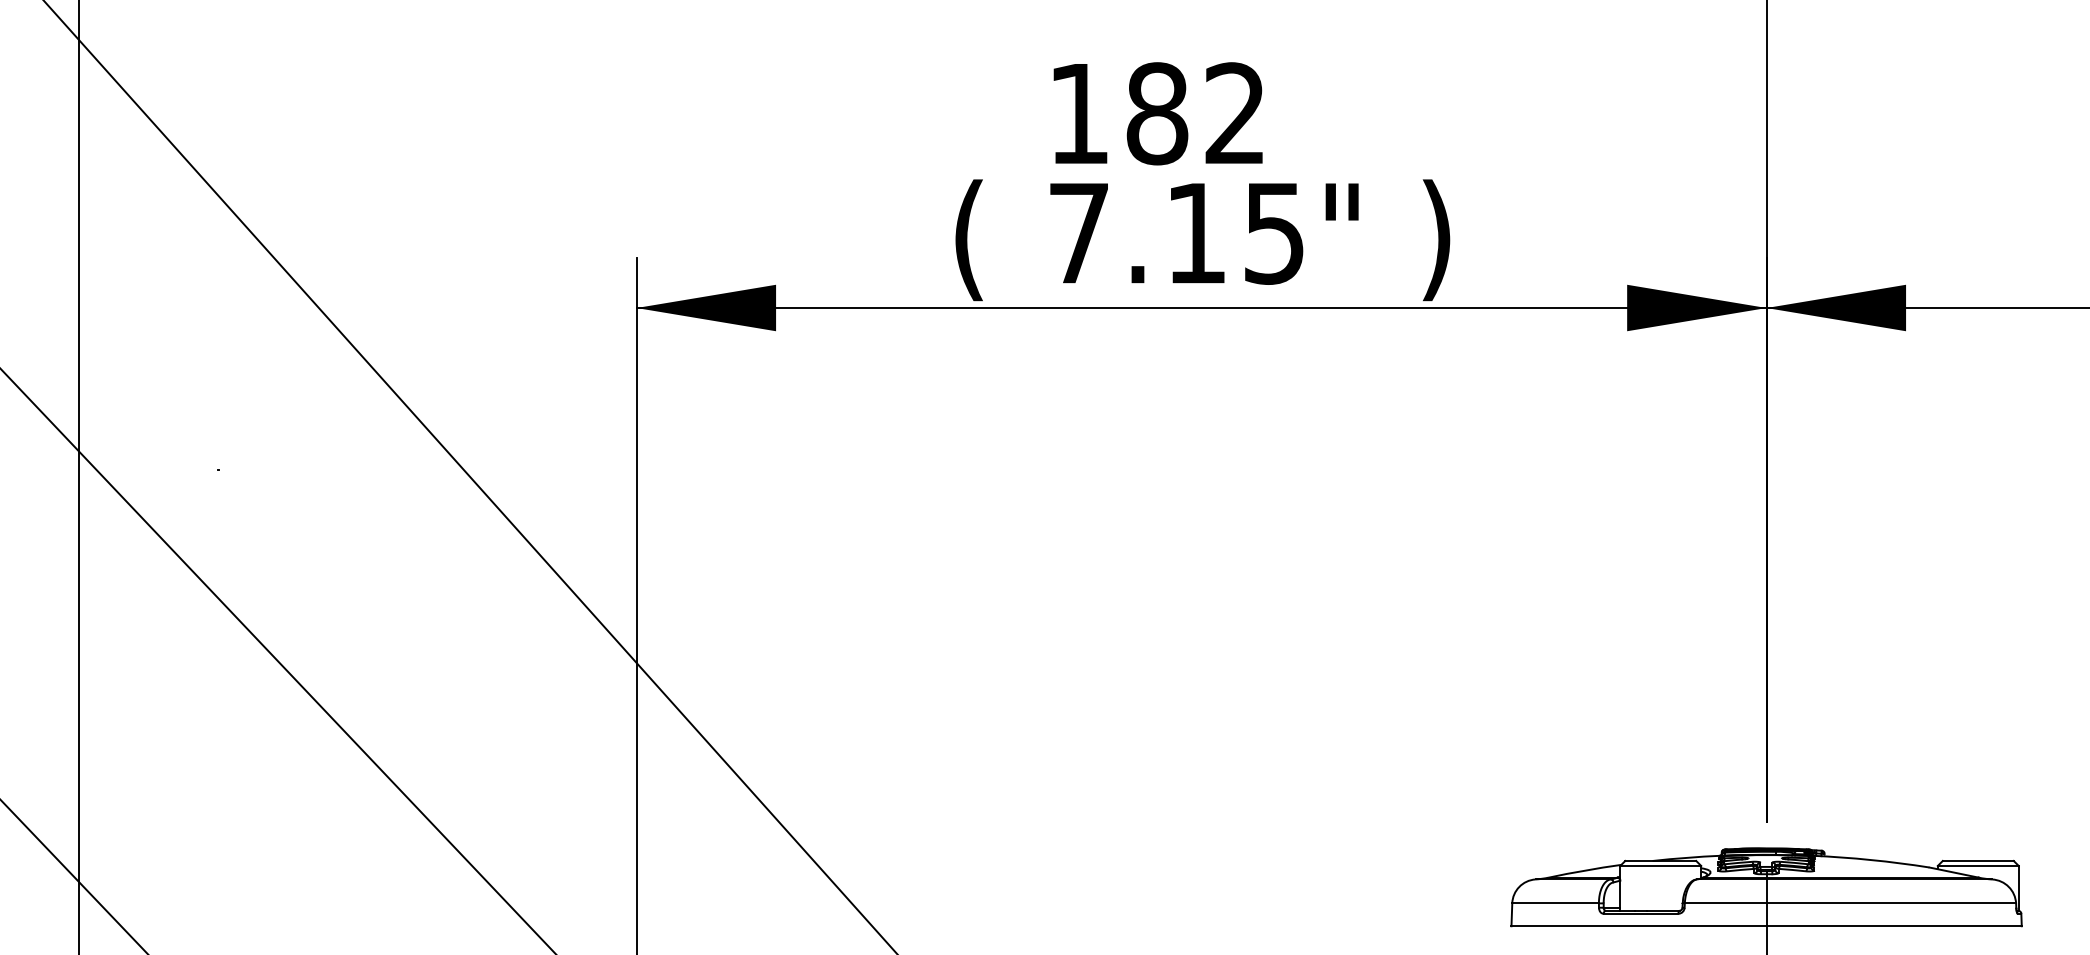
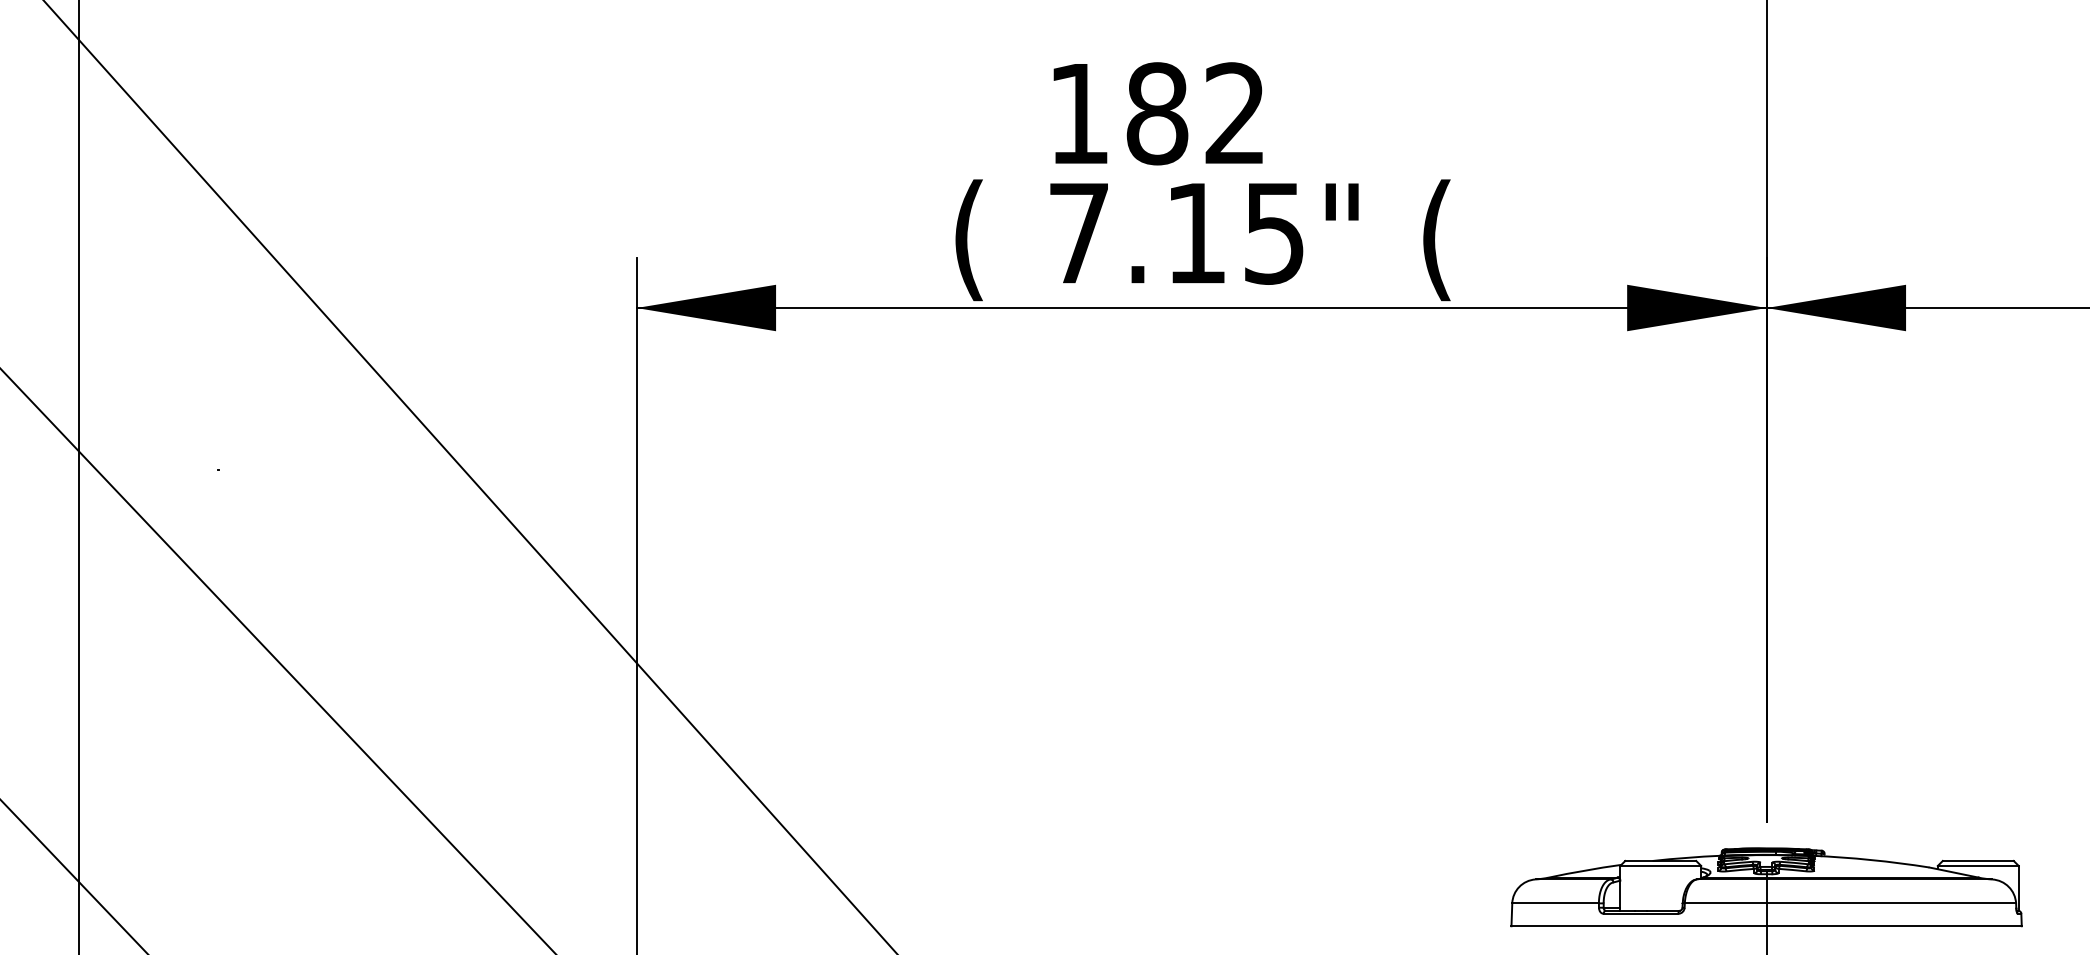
text at (1436, 240): ) -> (
